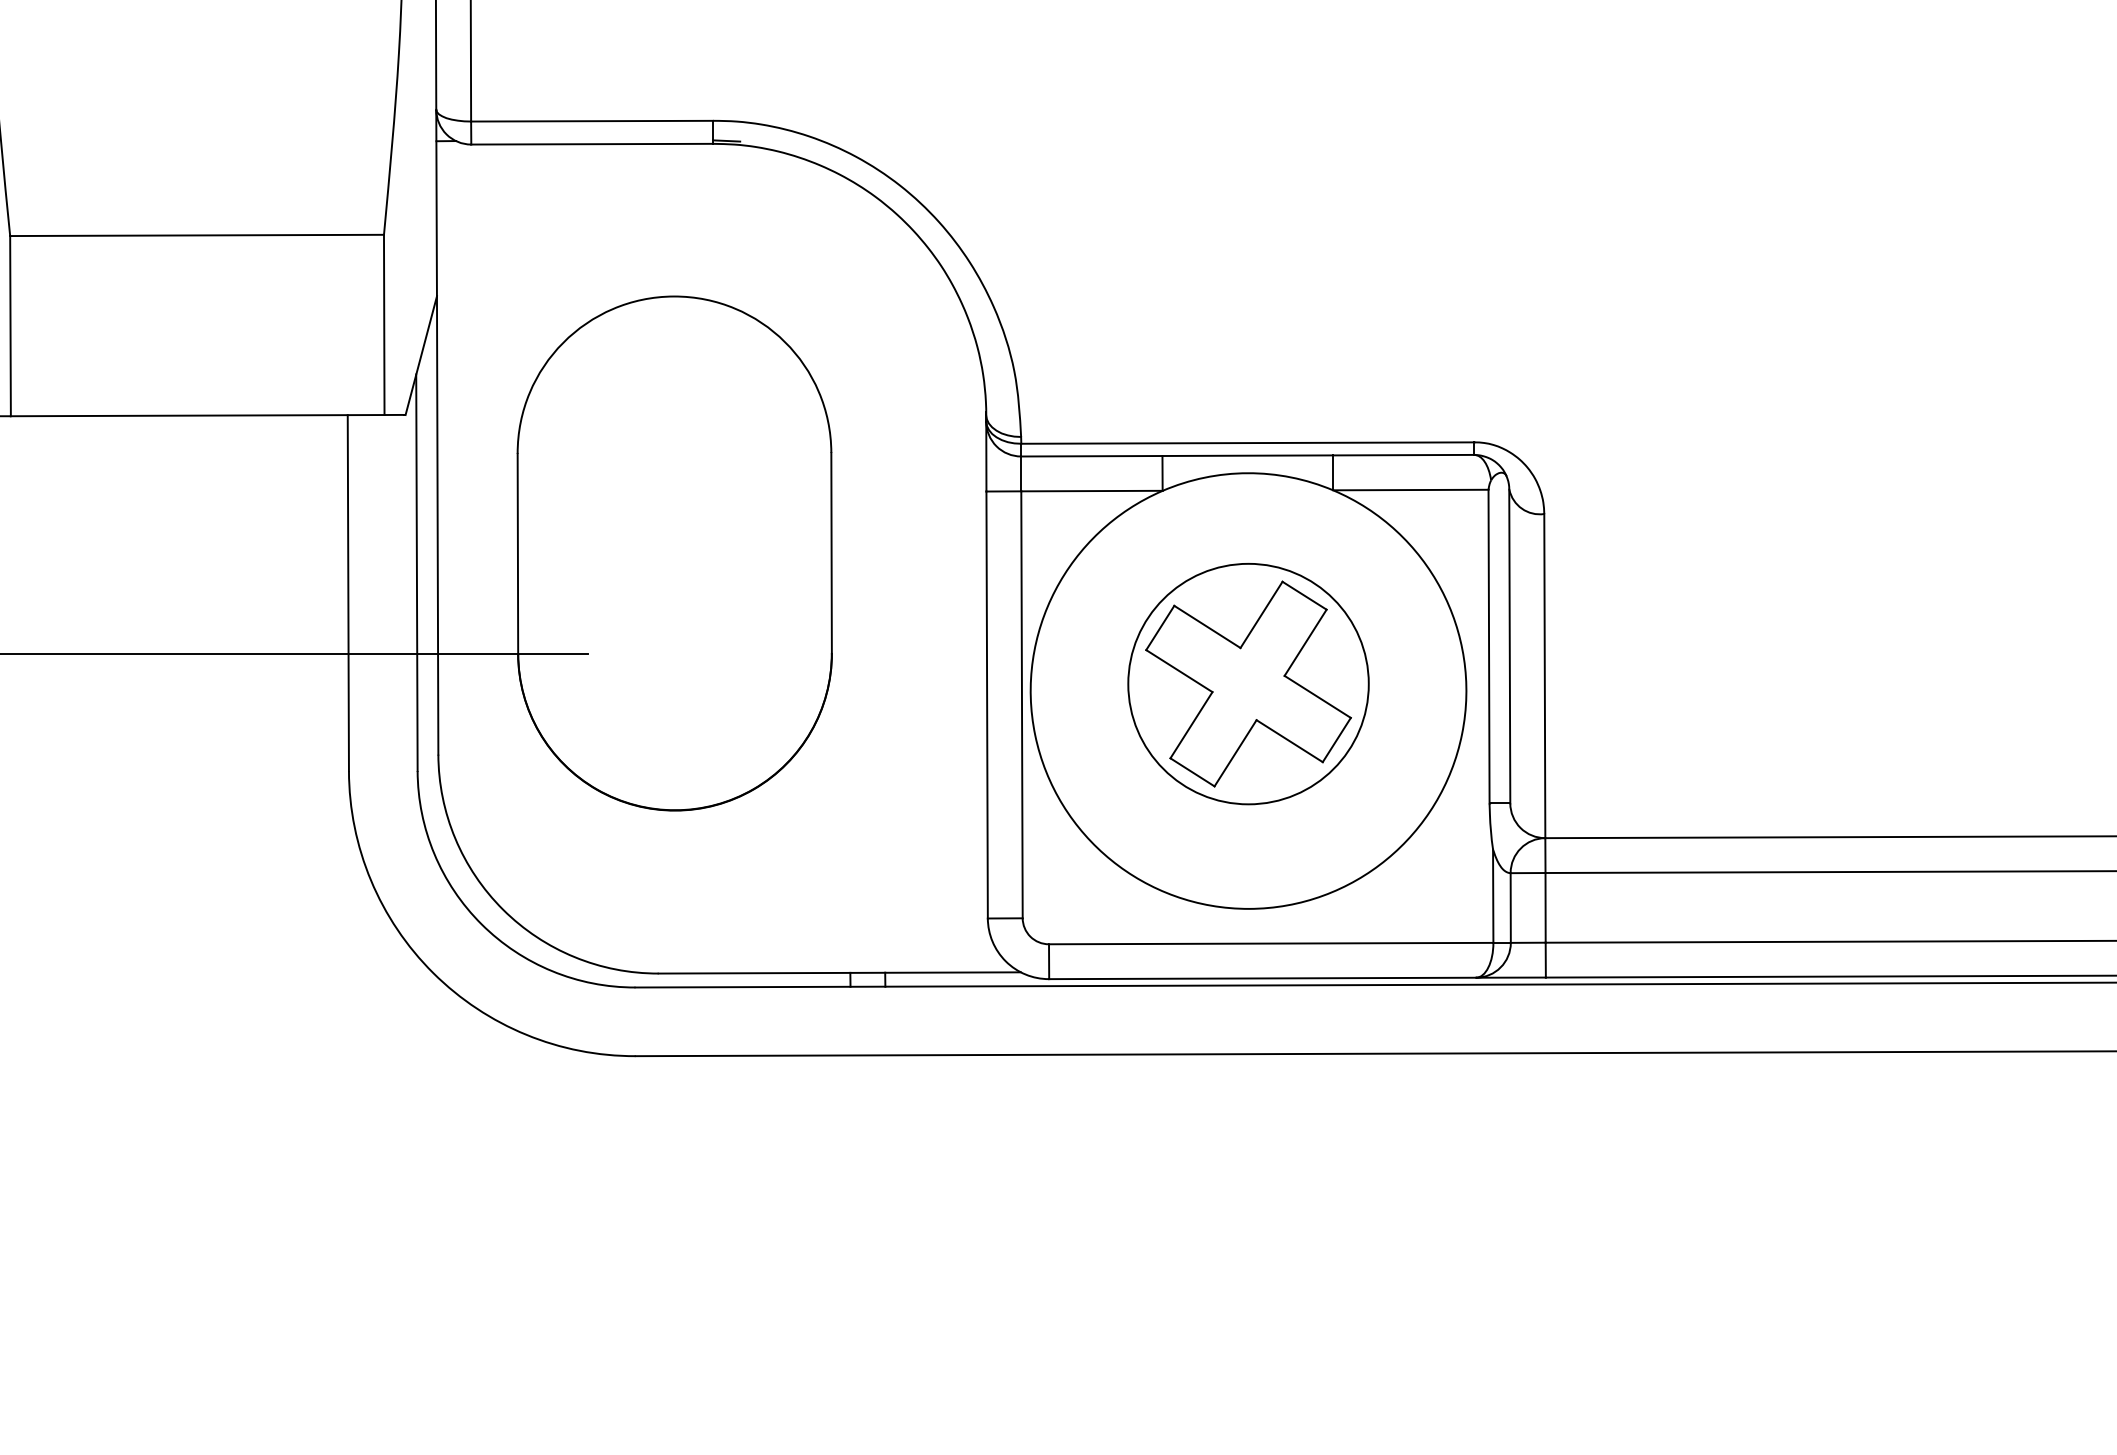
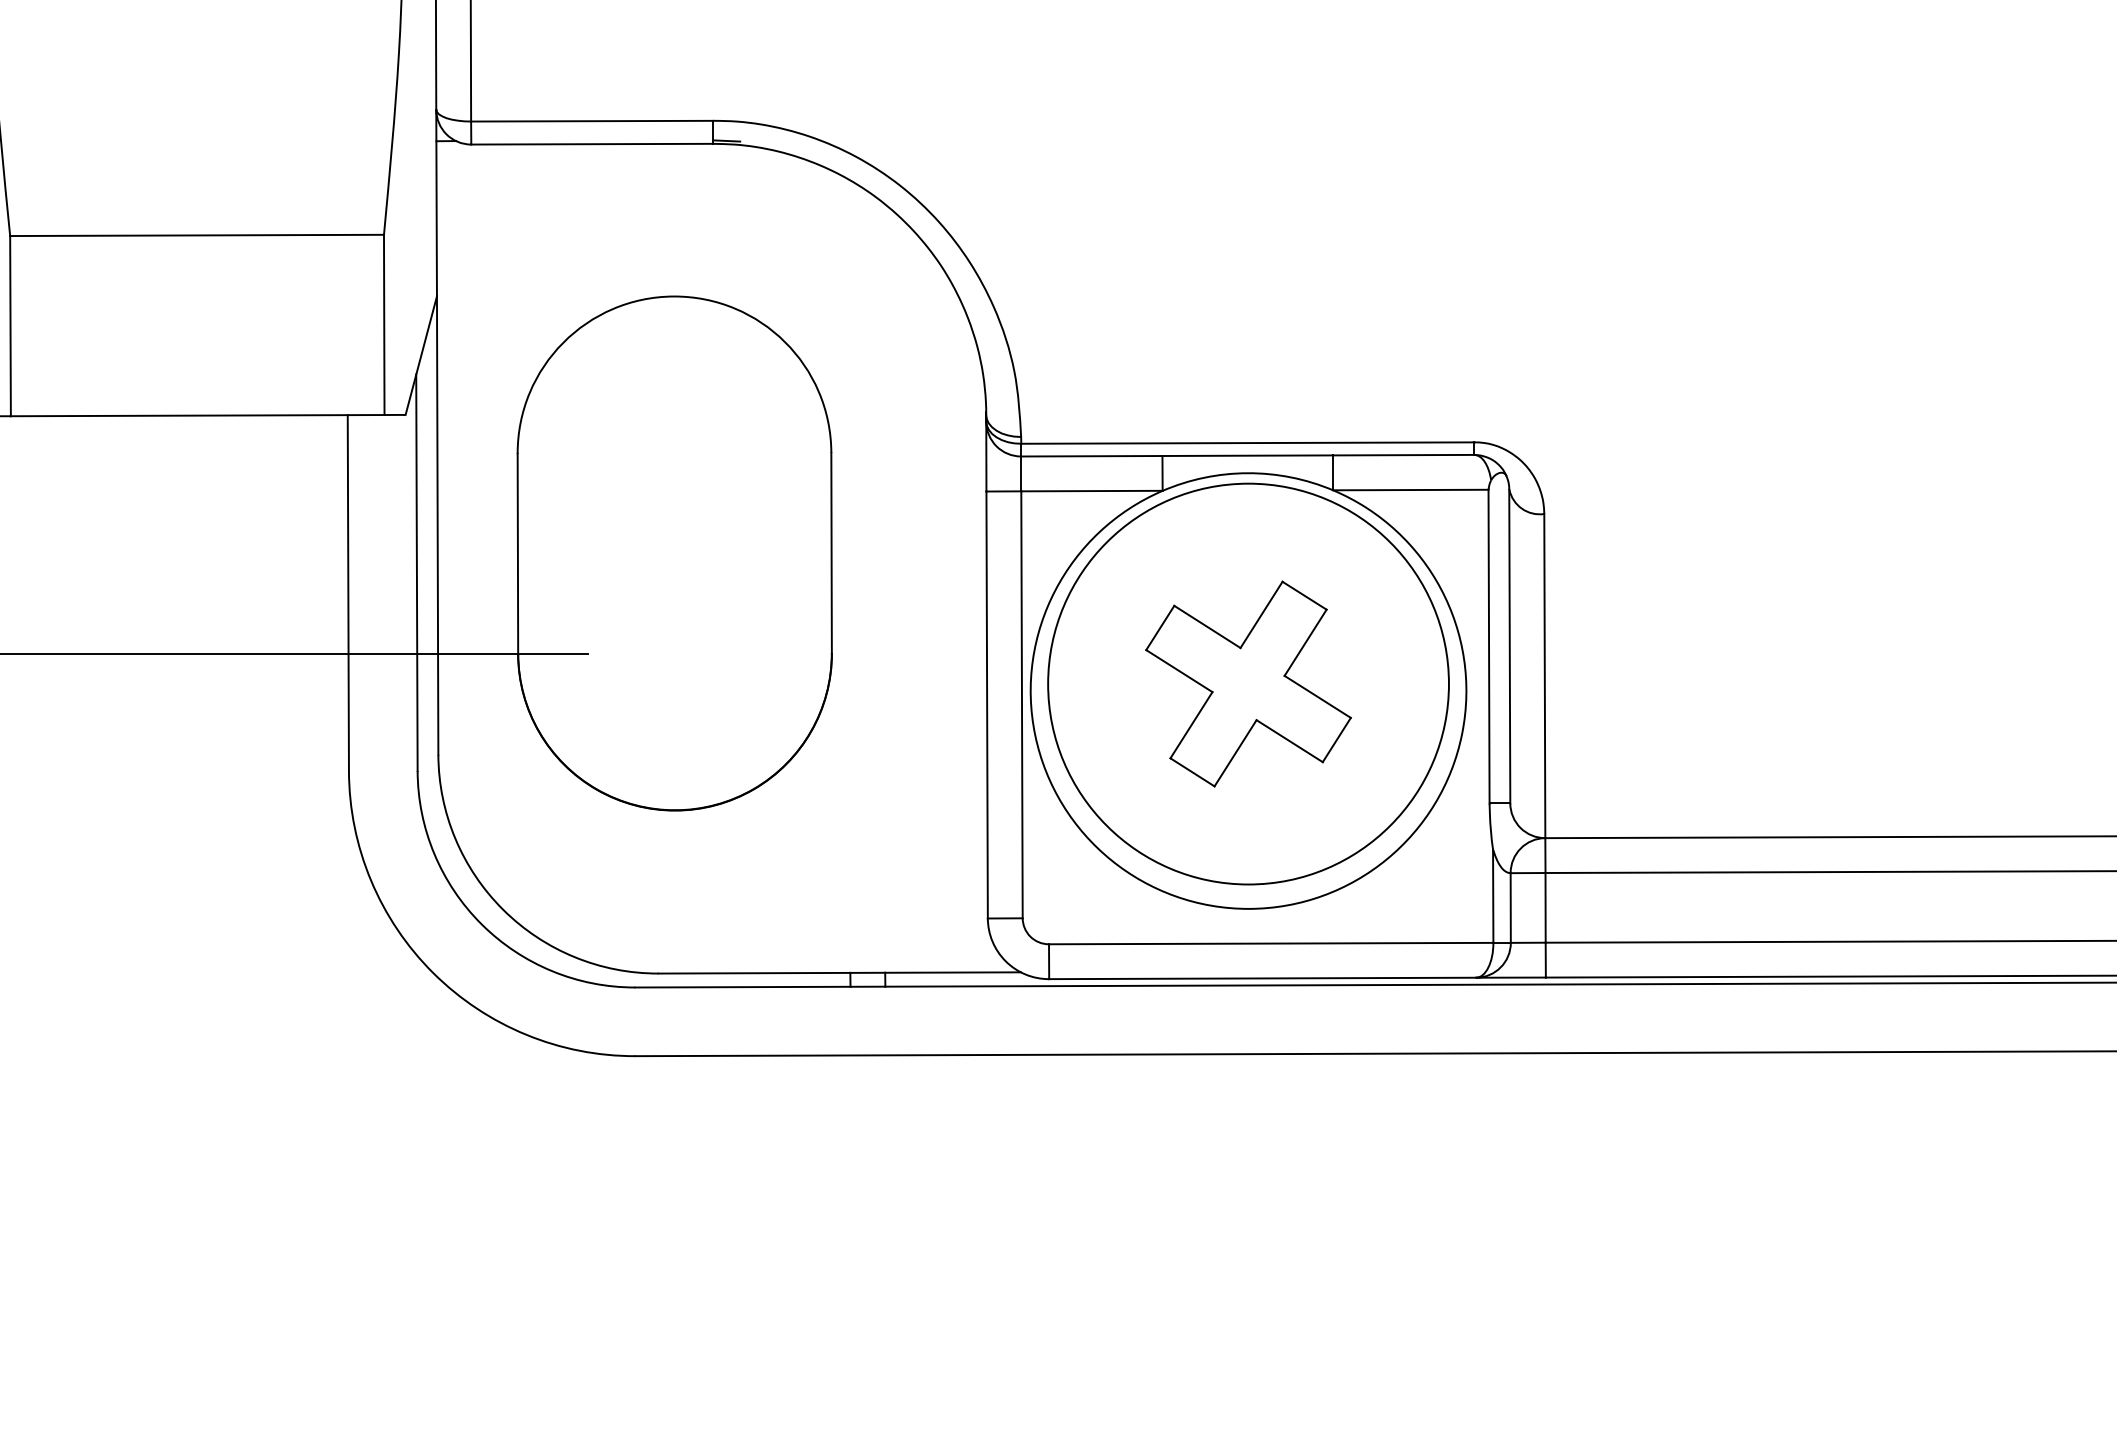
circle at (1248, 683) diameter: 240 px -> 401 px
